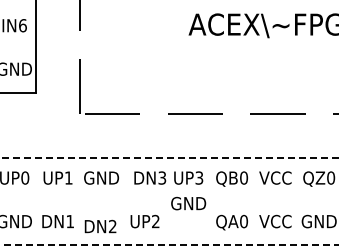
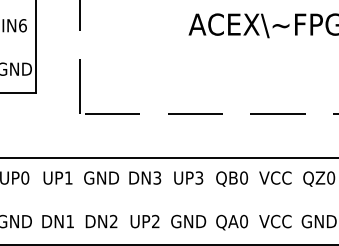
line at (169, 157): dashed -> solid
text at (150, 177) position: (150, 177) -> (145, 177)
text at (188, 203) position: (188, 203) -> (188, 221)
text at (100, 226) position: (100, 226) -> (101, 221)
line at (169, 245): dashed -> solid
